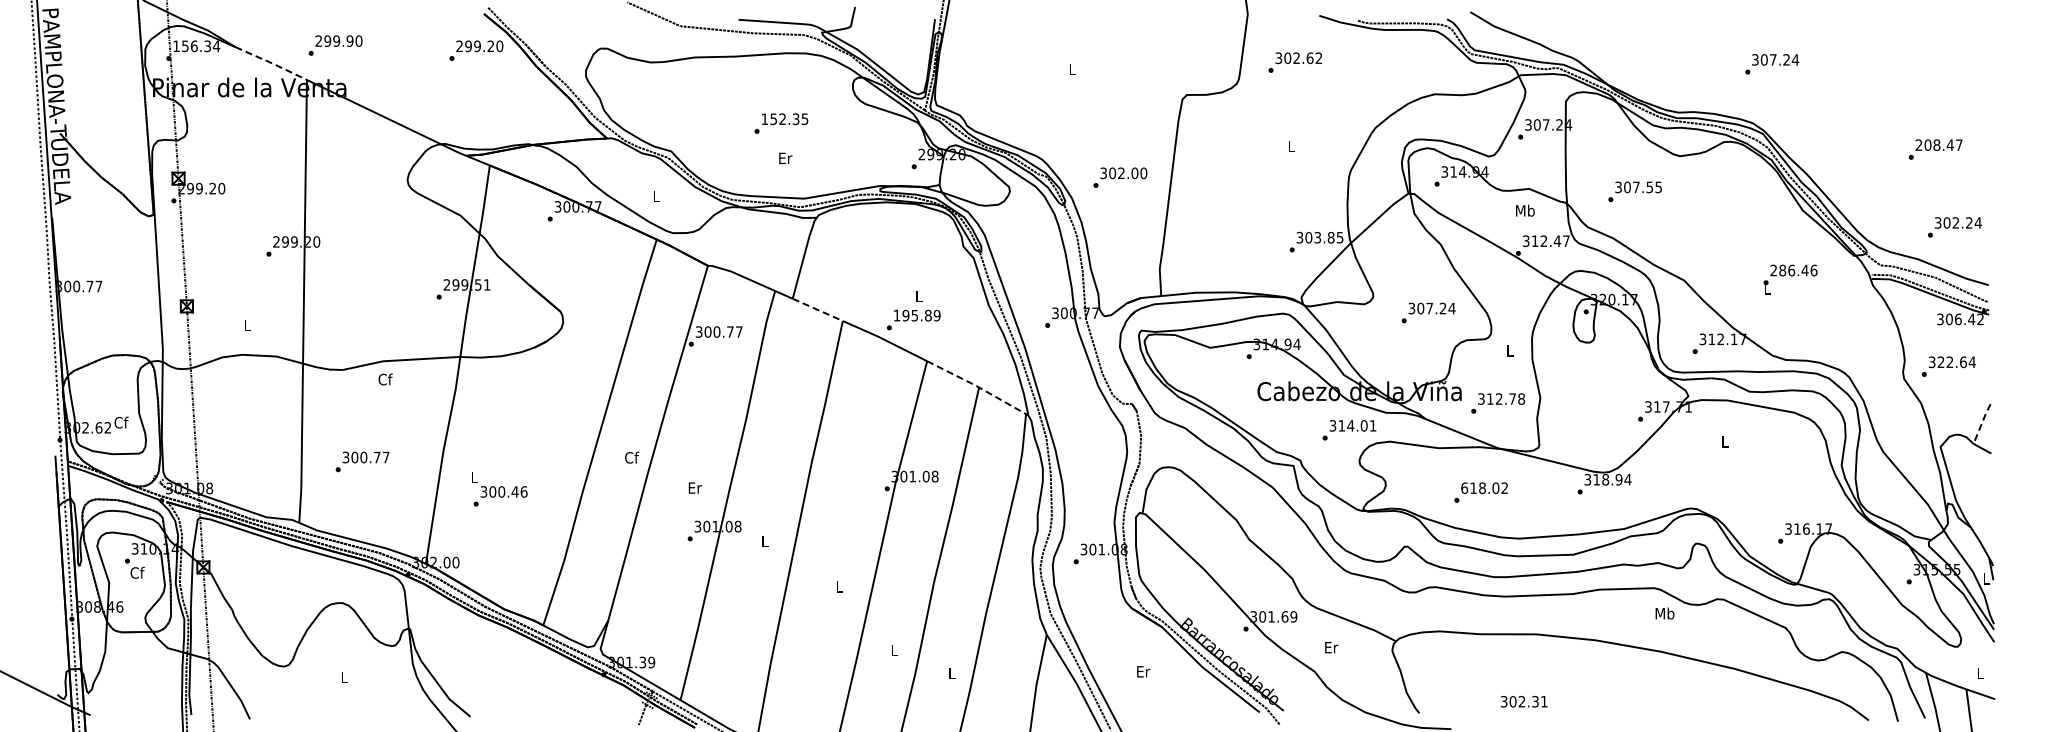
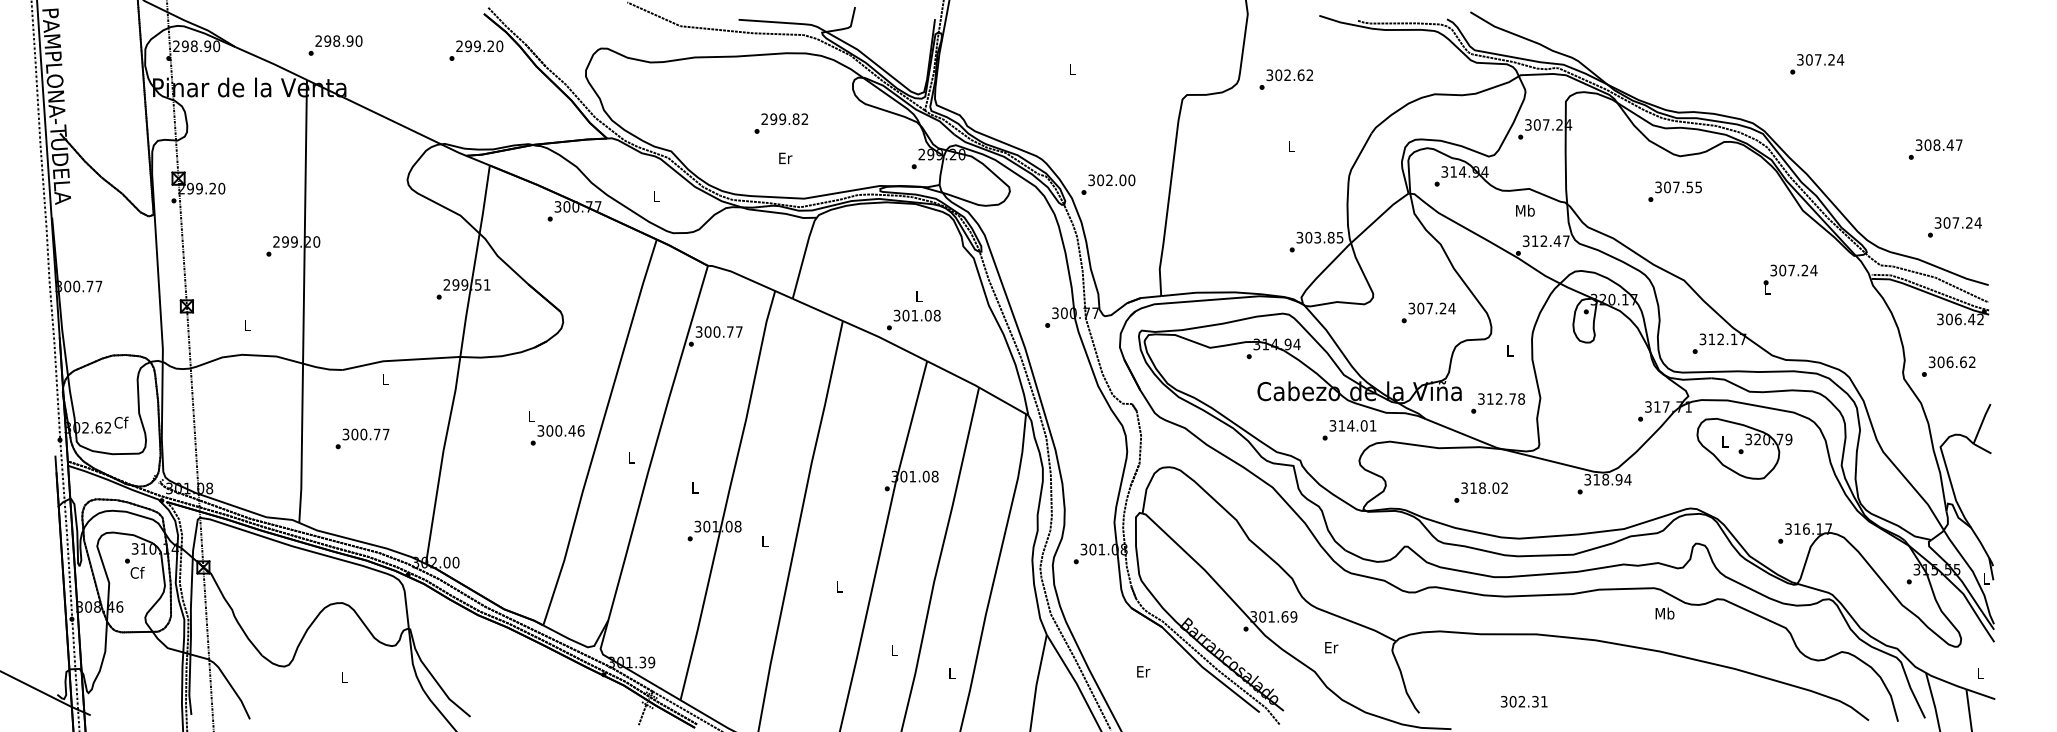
text at (336, 40): 299.90 -> 298.90
text at (196, 46): 156.34 -> 298.90
text at (1295, 62) position: (1295, 62) -> (1286, 79)
line at (272, 63): dashed -> solid
text at (1772, 64) position: (1772, 64) -> (1817, 64)
text at (784, 119): 152.35 -> 299.82
text at (1918, 144): 208.47 -> 308.47
text at (1120, 177) position: (1120, 177) -> (1108, 184)
text at (1634, 191) position: (1634, 191) -> (1674, 191)
text at (1955, 222): 302.24 -> 307.24
text at (1793, 270): 286.46 -> 307.24
line at (818, 310): dashed -> solid
text at (916, 315): 195.89 -> 301.08
text at (1956, 362): 322.64 -> 306.62
text at (385, 379): Cf -> L
line at (978, 387): dashed -> solid
line at (1982, 423): dashed -> solid
part at (1744, 448): none -> present
text at (632, 457): Cf -> L
text at (362, 461) position: (362, 461) -> (362, 438)
text at (694, 487): Er -> L
text at (1464, 487): 618.02 -> 318.02
text at (499, 489) position: (499, 489) -> (556, 428)
